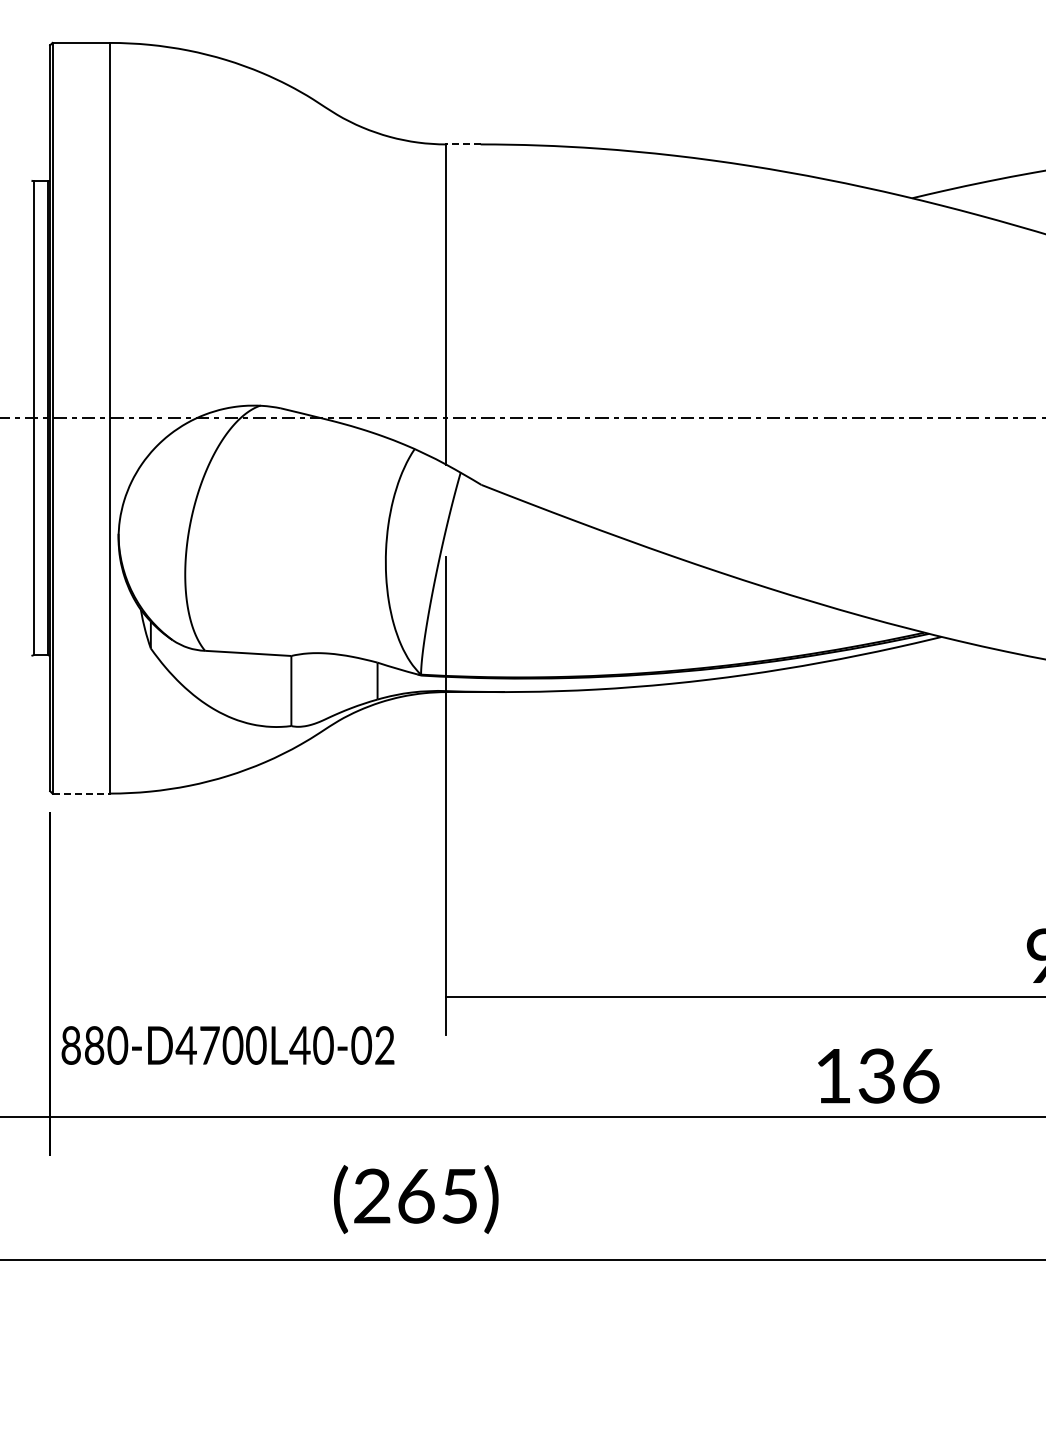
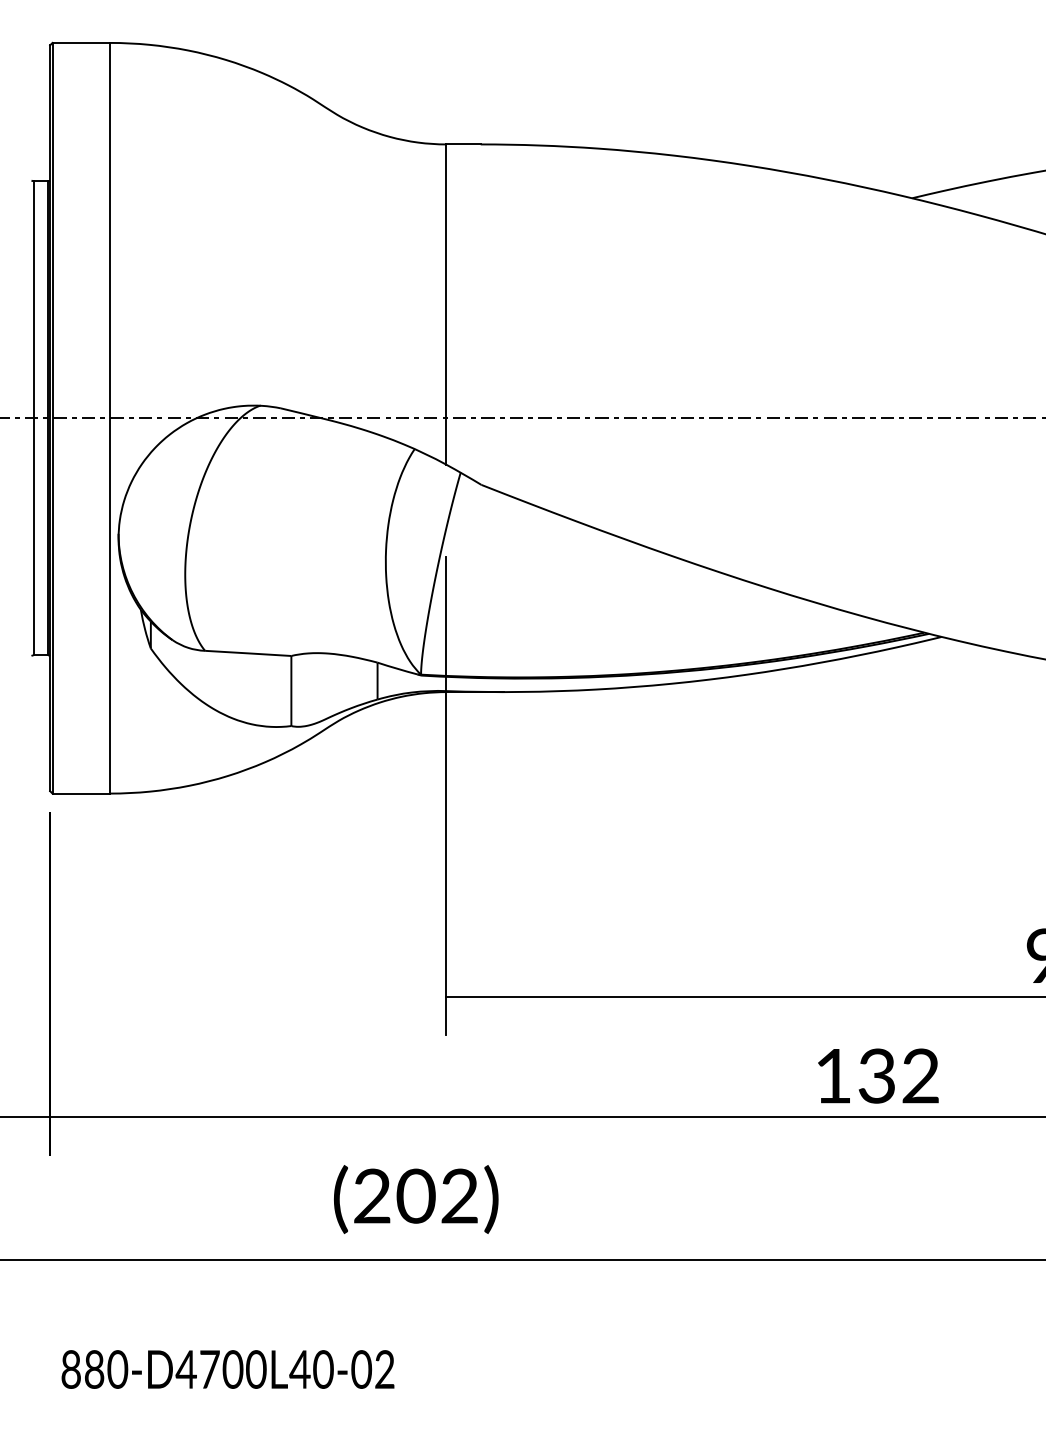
line at (463, 144): dashed -> solid
line at (81, 793): dashed -> solid
text at (227, 1045) position: (227, 1045) -> (227, 1369)
text at (920, 1075): 136 -> 132
text at (436, 1195): (265) -> (202)
